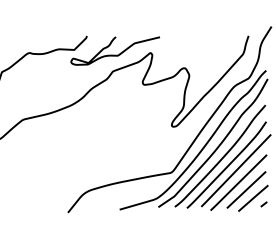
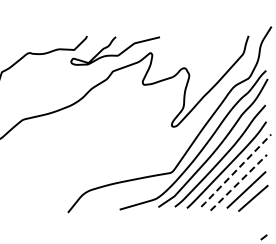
line at (236, 170): solid -> dashed
line at (239, 182): solid -> dashed
line at (263, 204) position: (263, 204) -> (263, 237)
